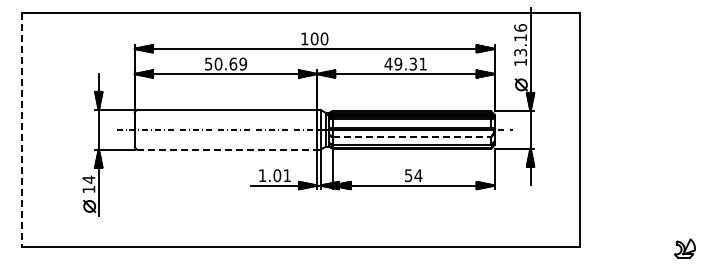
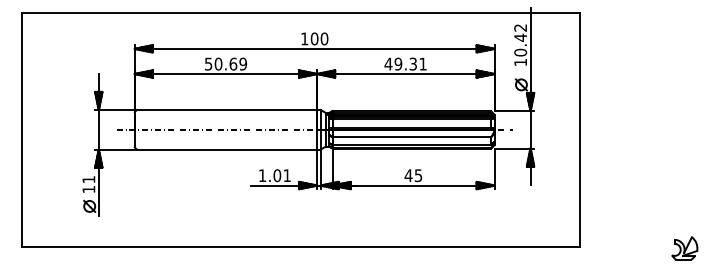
text at (520, 40): 13.16 -> 10.42
line at (21, 129): dashed -> solid
line at (412, 137): dashed -> solid
line at (227, 149): dashed -> solid
text at (413, 175): 54 -> 45
text at (88, 179): 14 -> 11
part at (684, 248) size: 22x21 px -> 28x25 px
